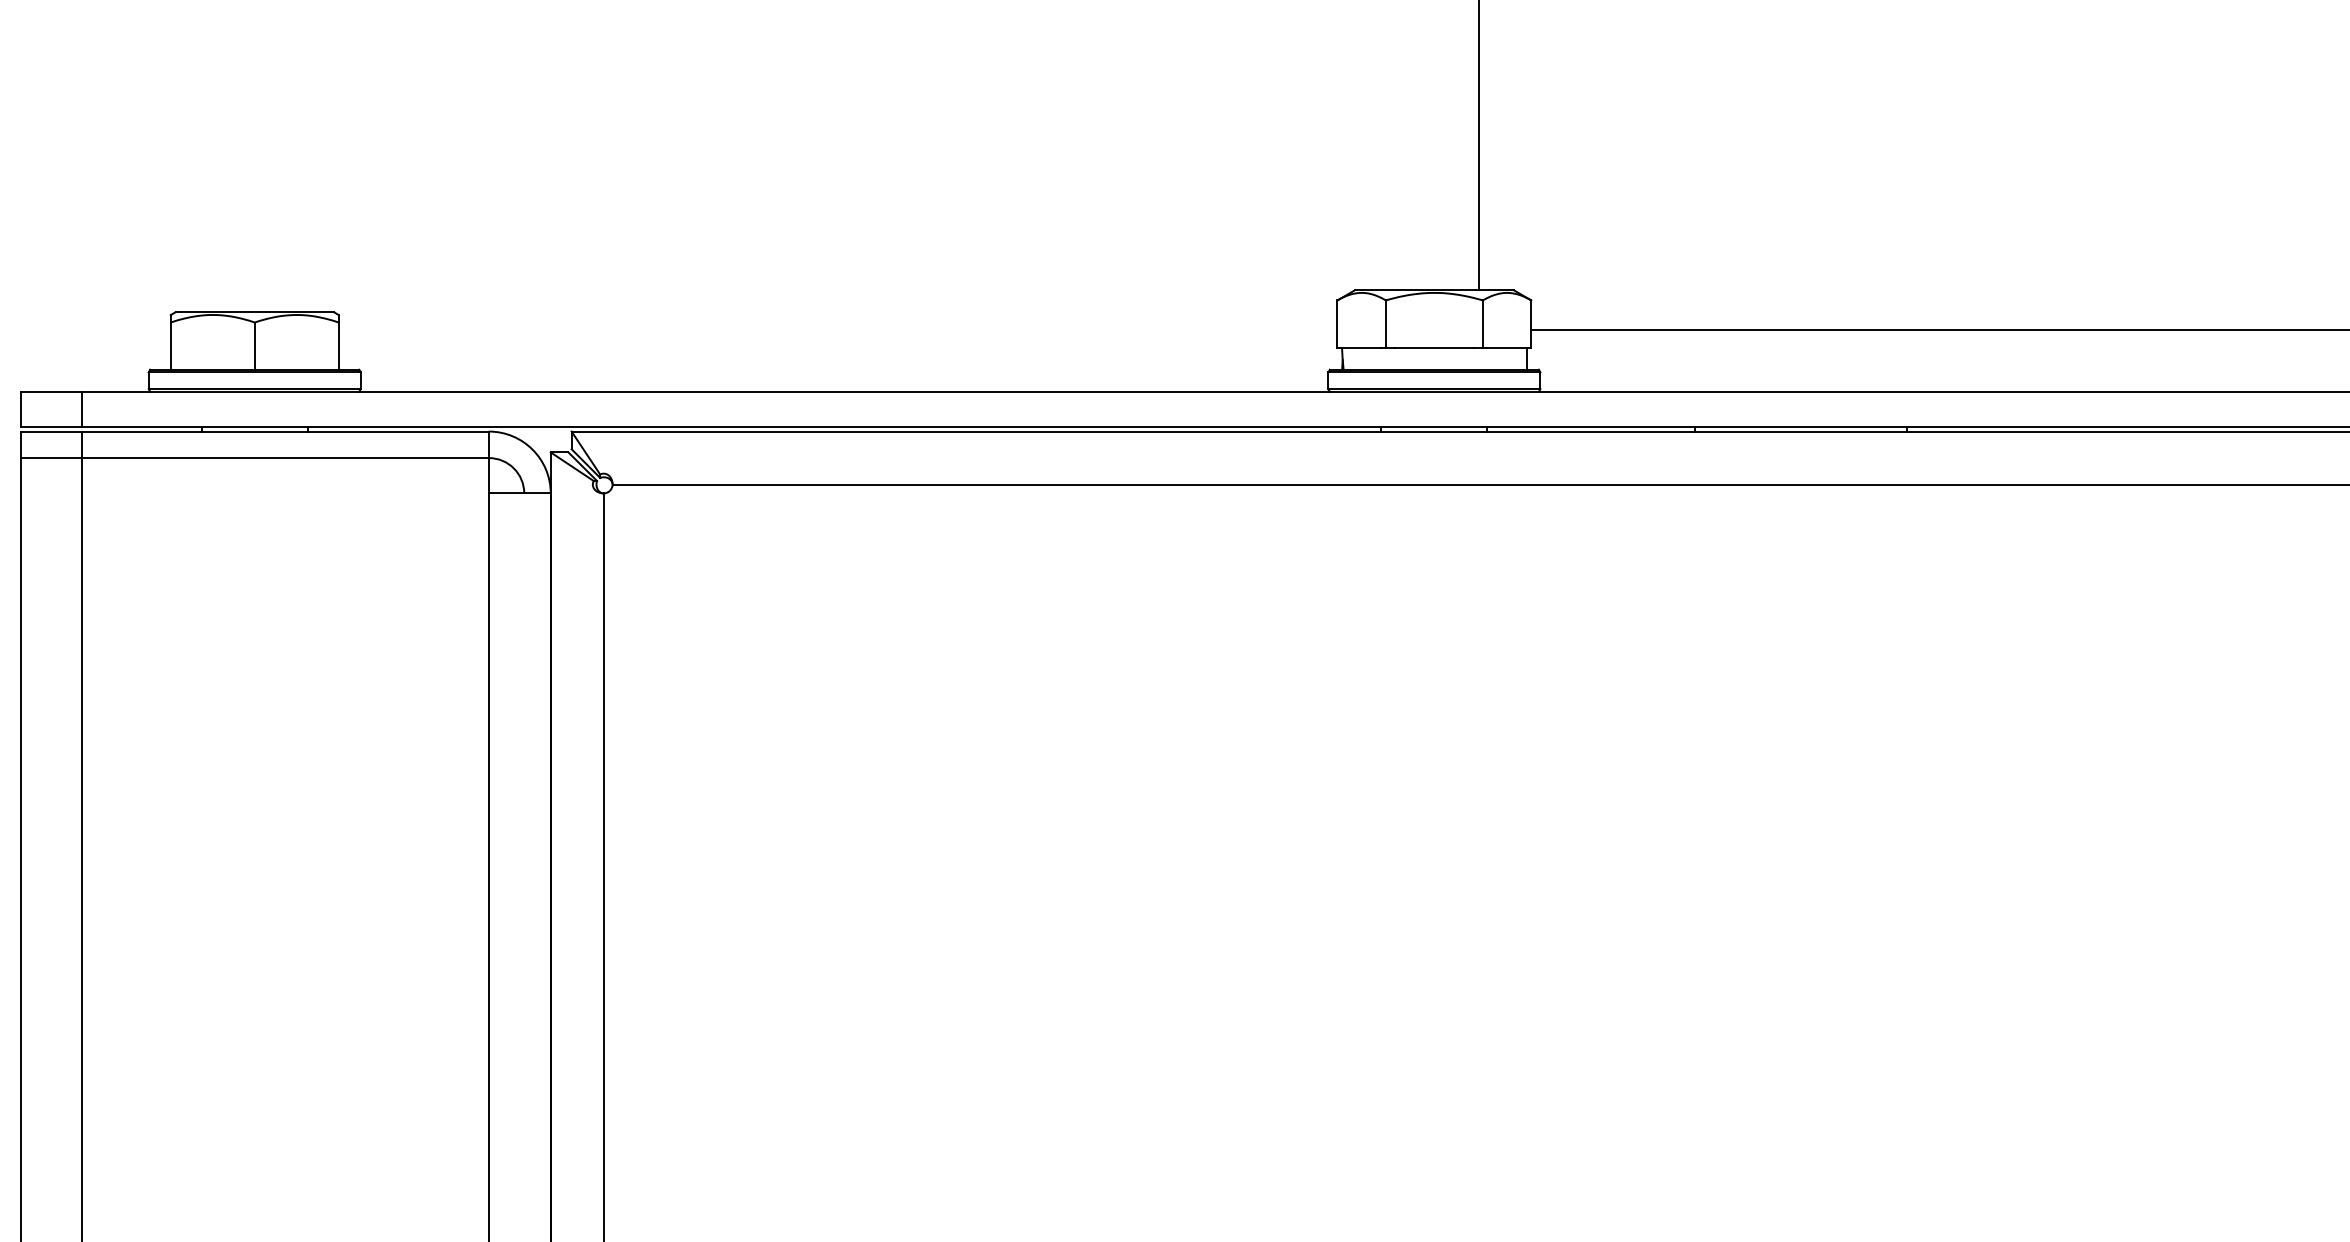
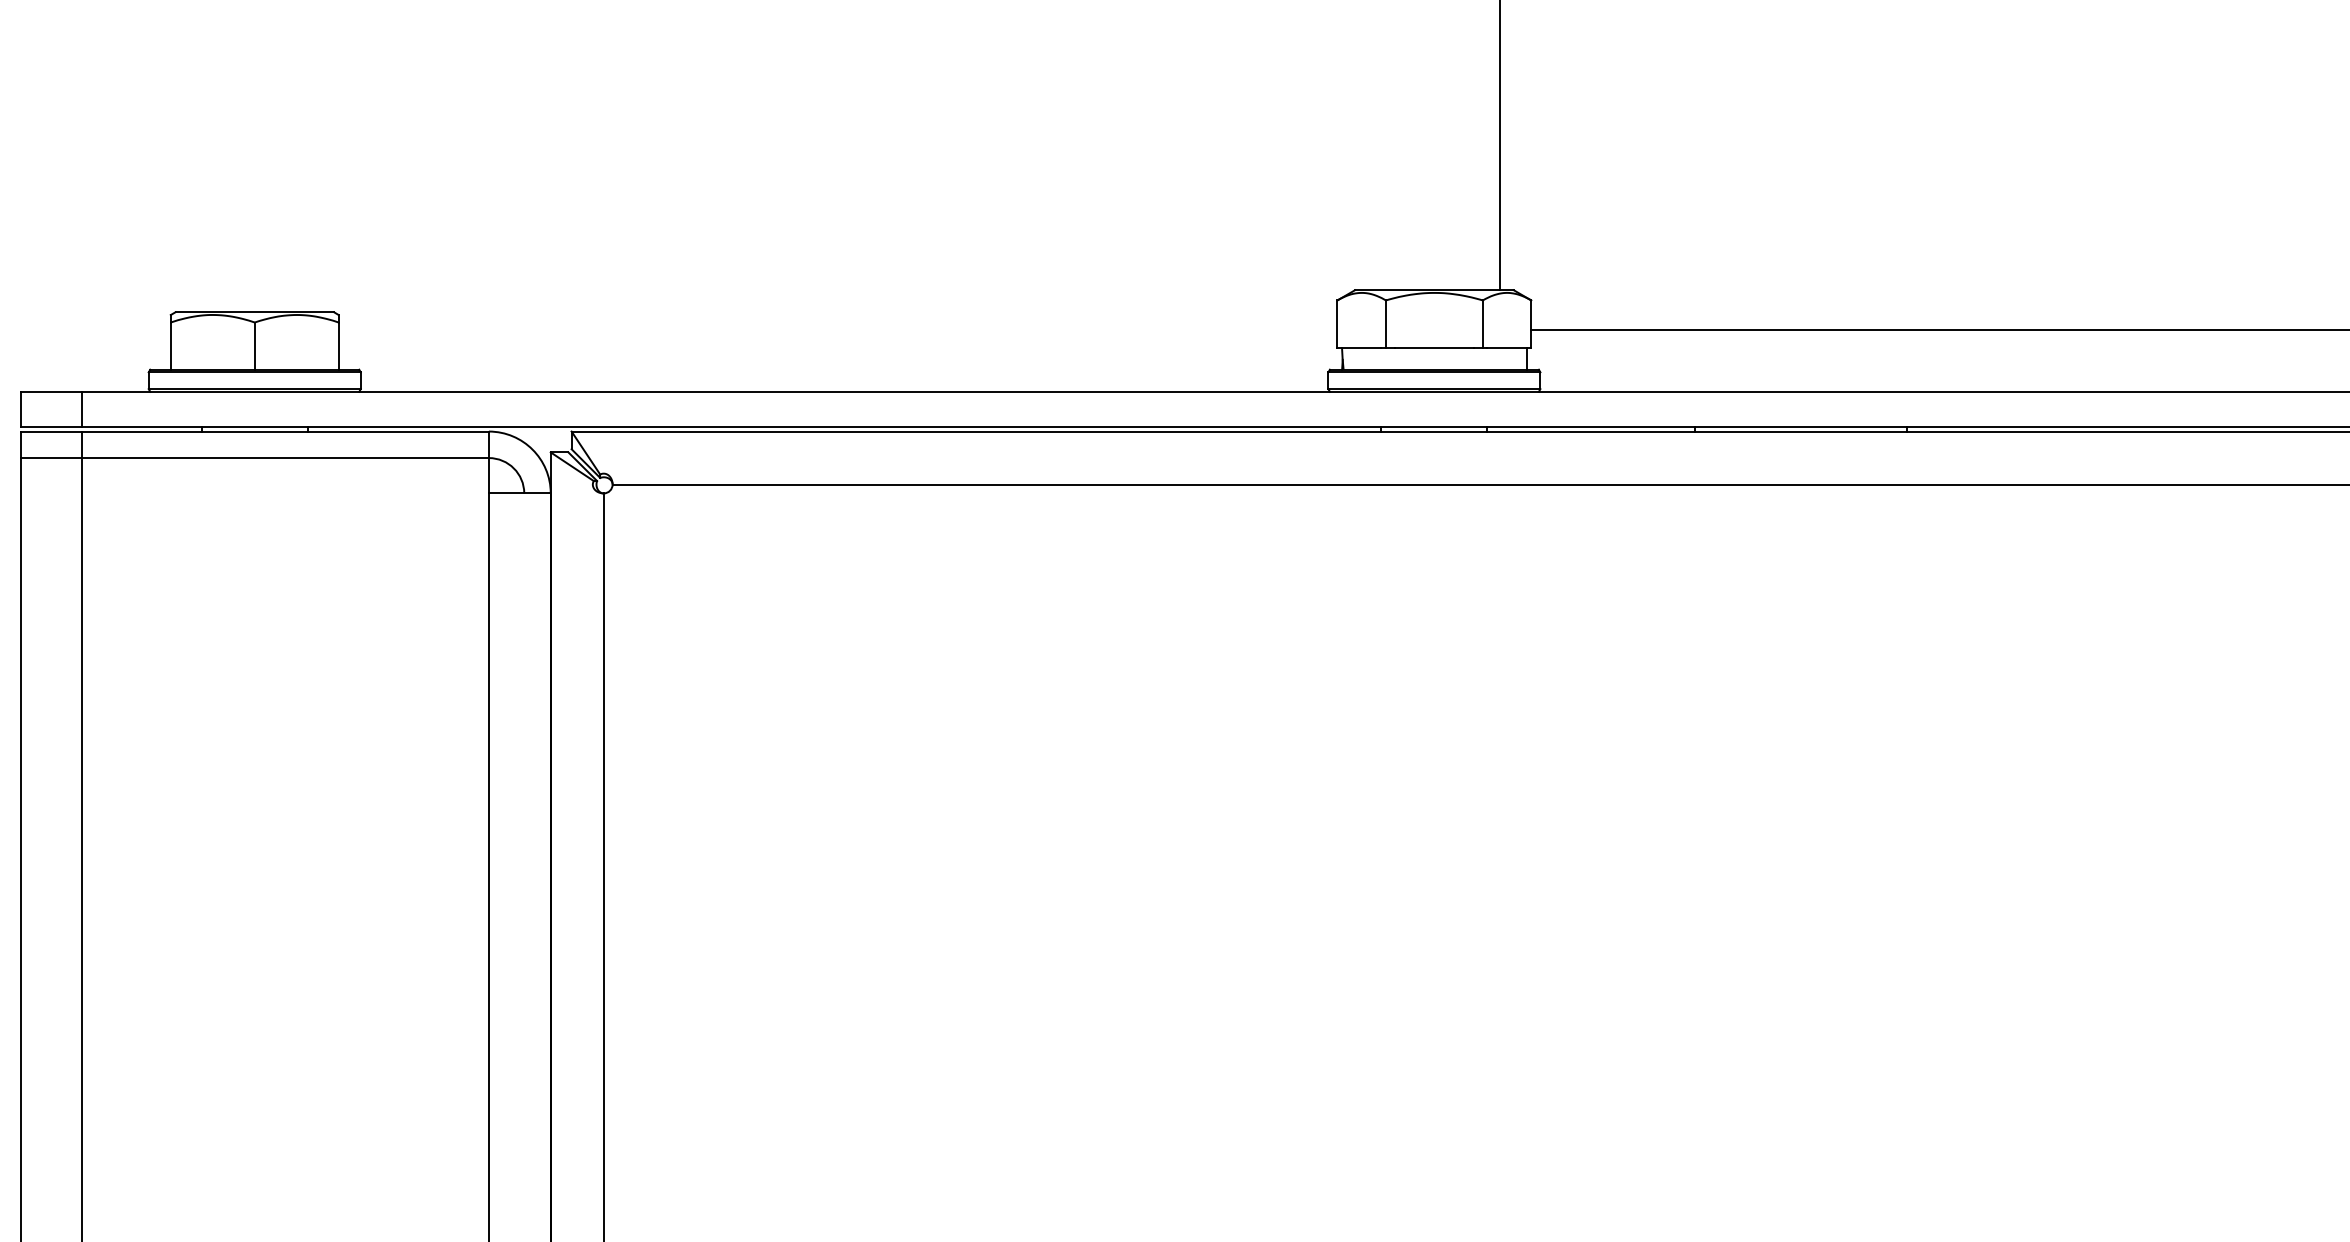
line at (1478, 146) position: (1478, 146) -> (1499, 146)
